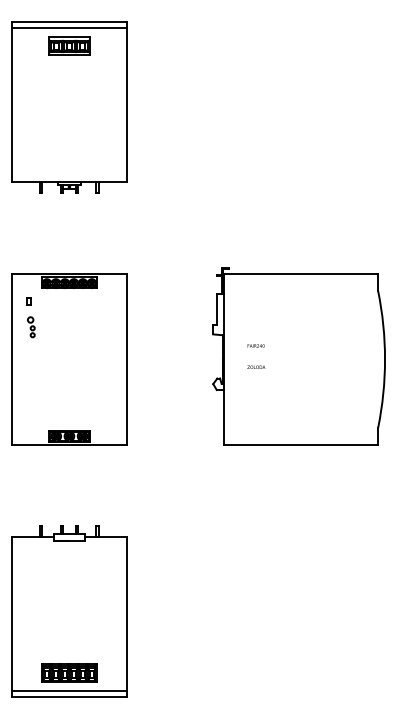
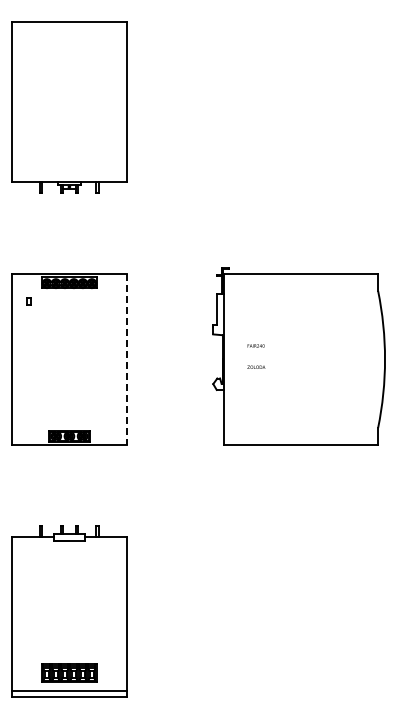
line at (68, 28): present -> none
part at (69, 45): present -> none
part at (31, 327): present -> none
line at (126, 359): solid -> dashed
